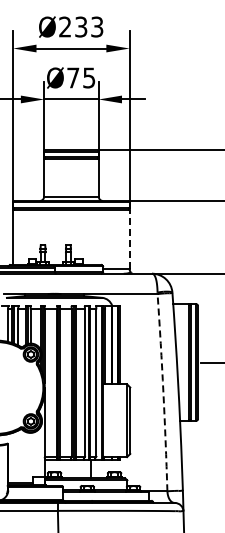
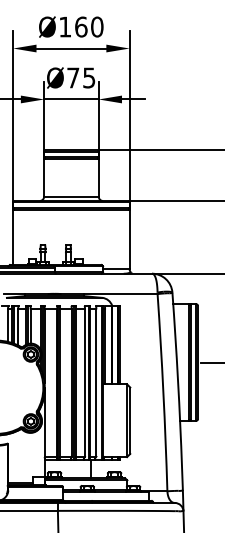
text at (81, 26): Ø233 -> Ø160
line at (129, 239): dashed -> solid
arc at (163, 392): dashed -> solid
